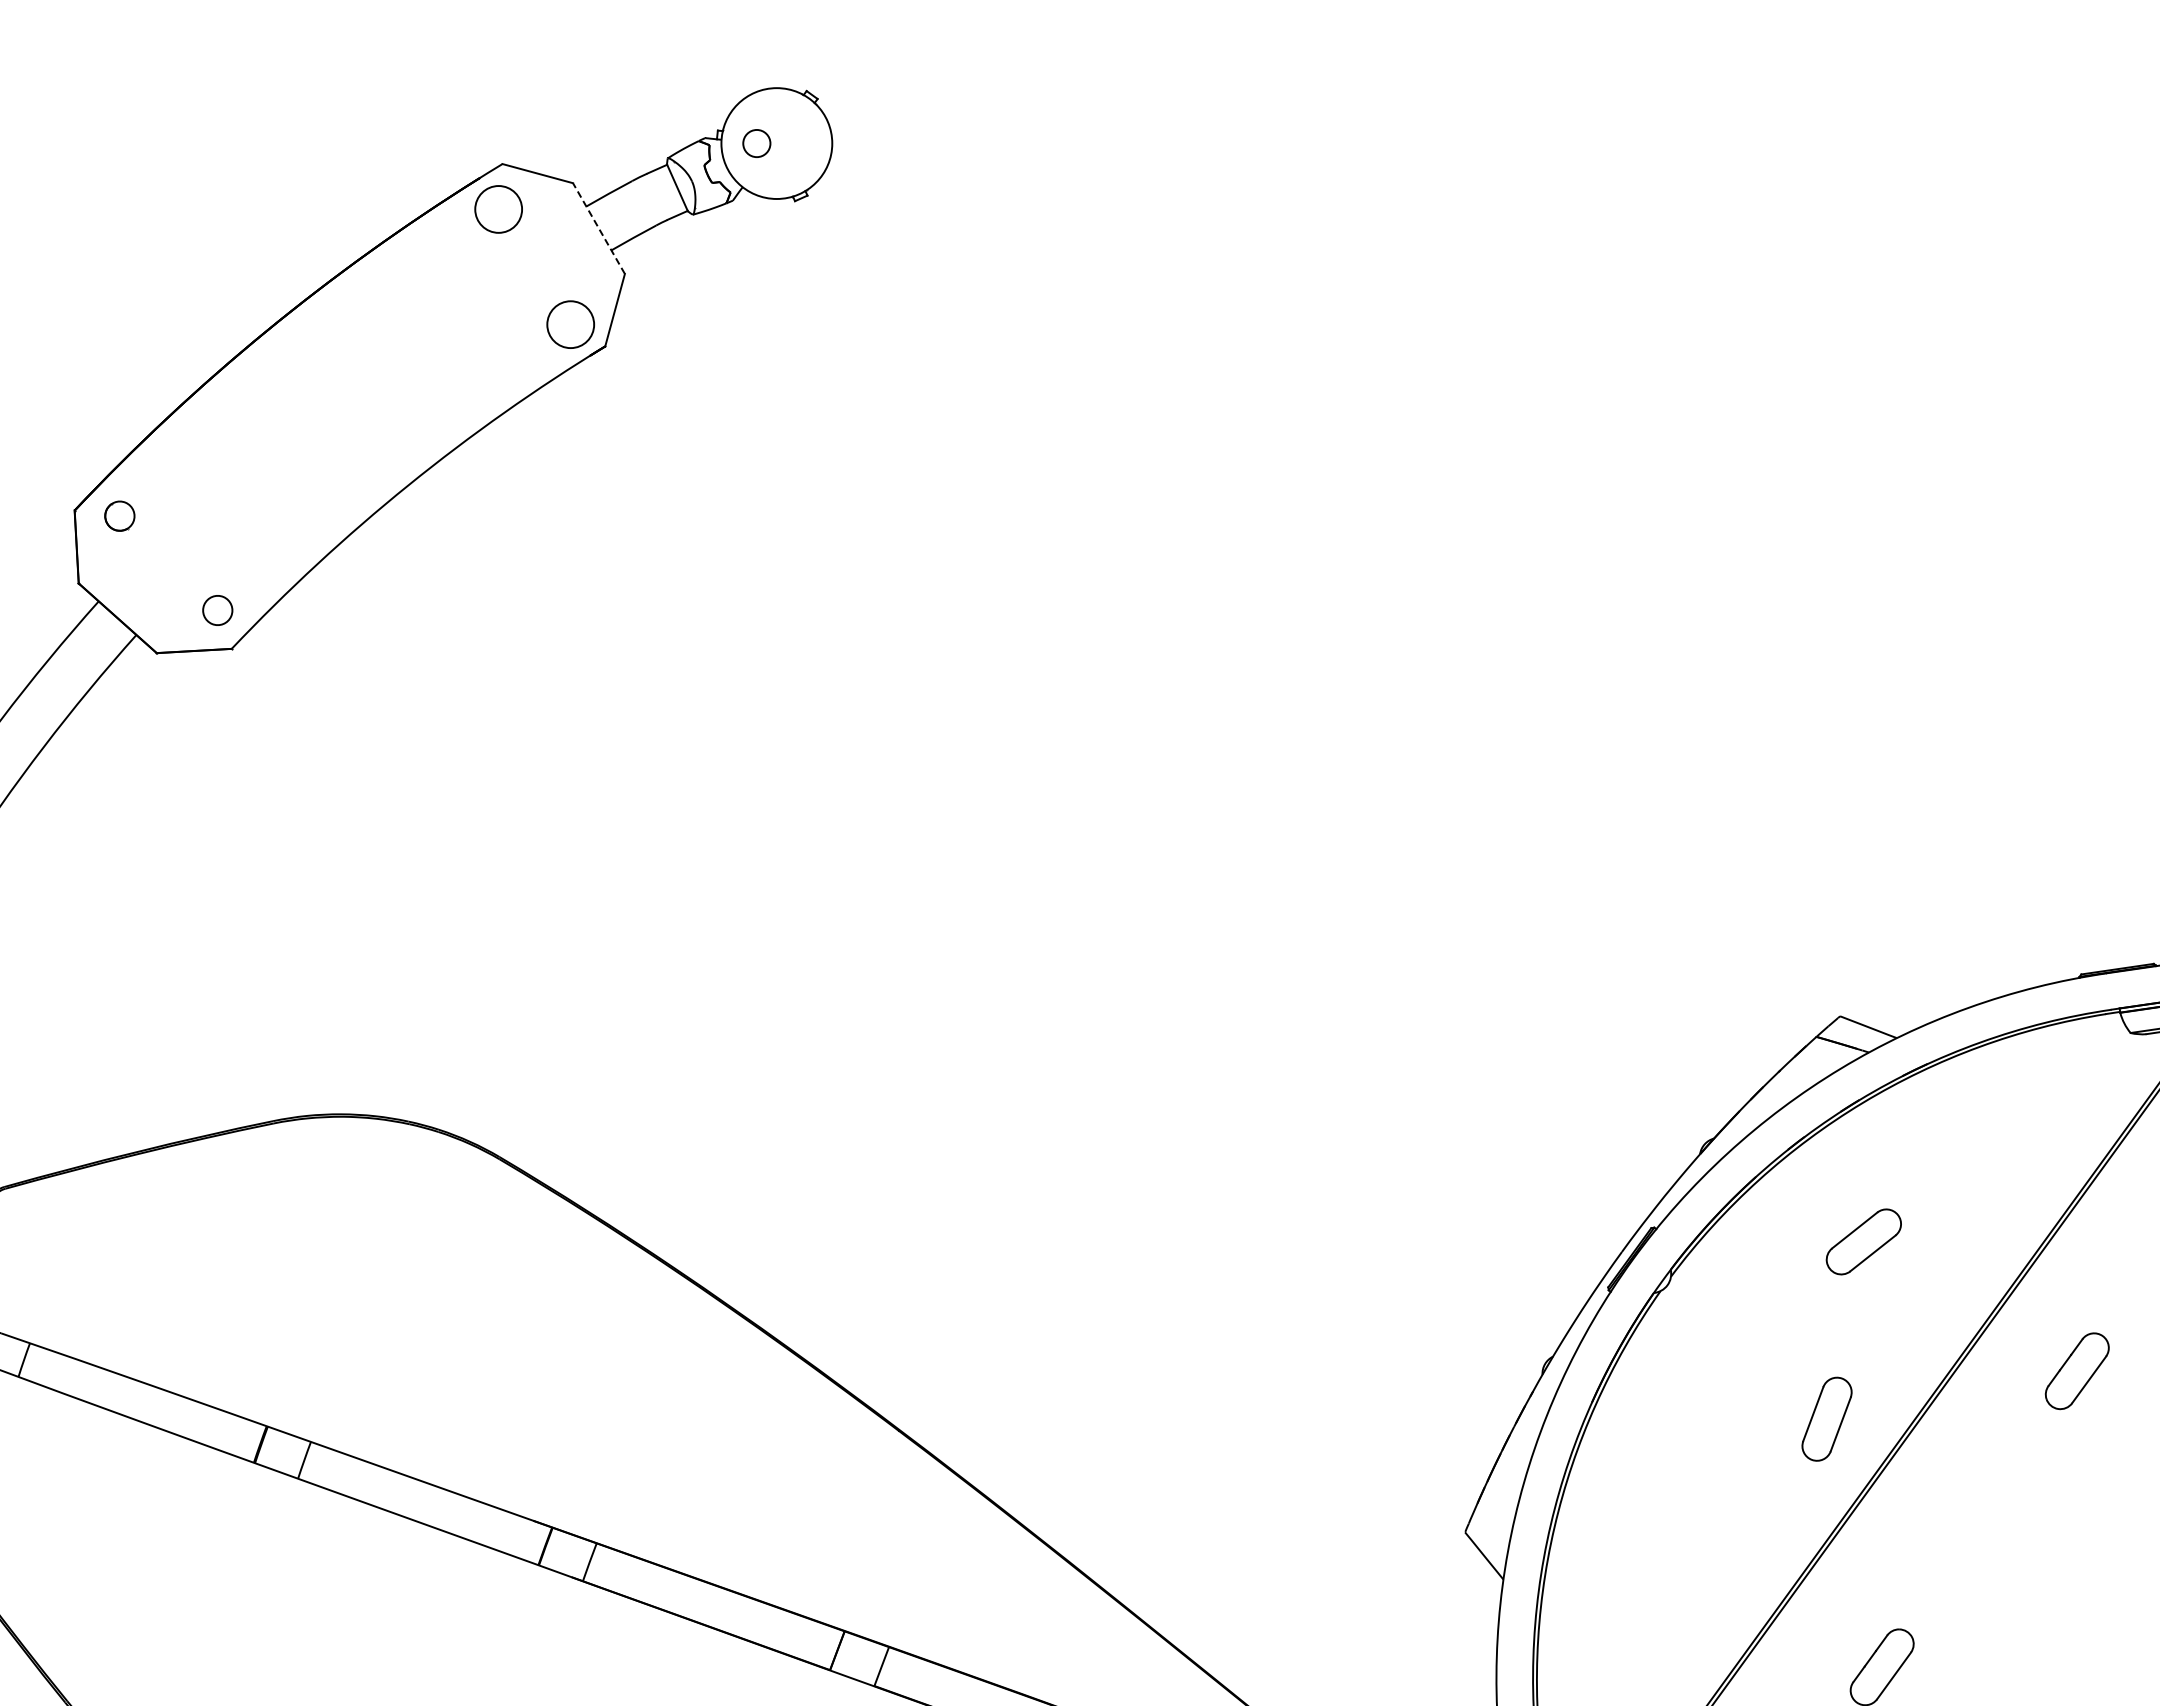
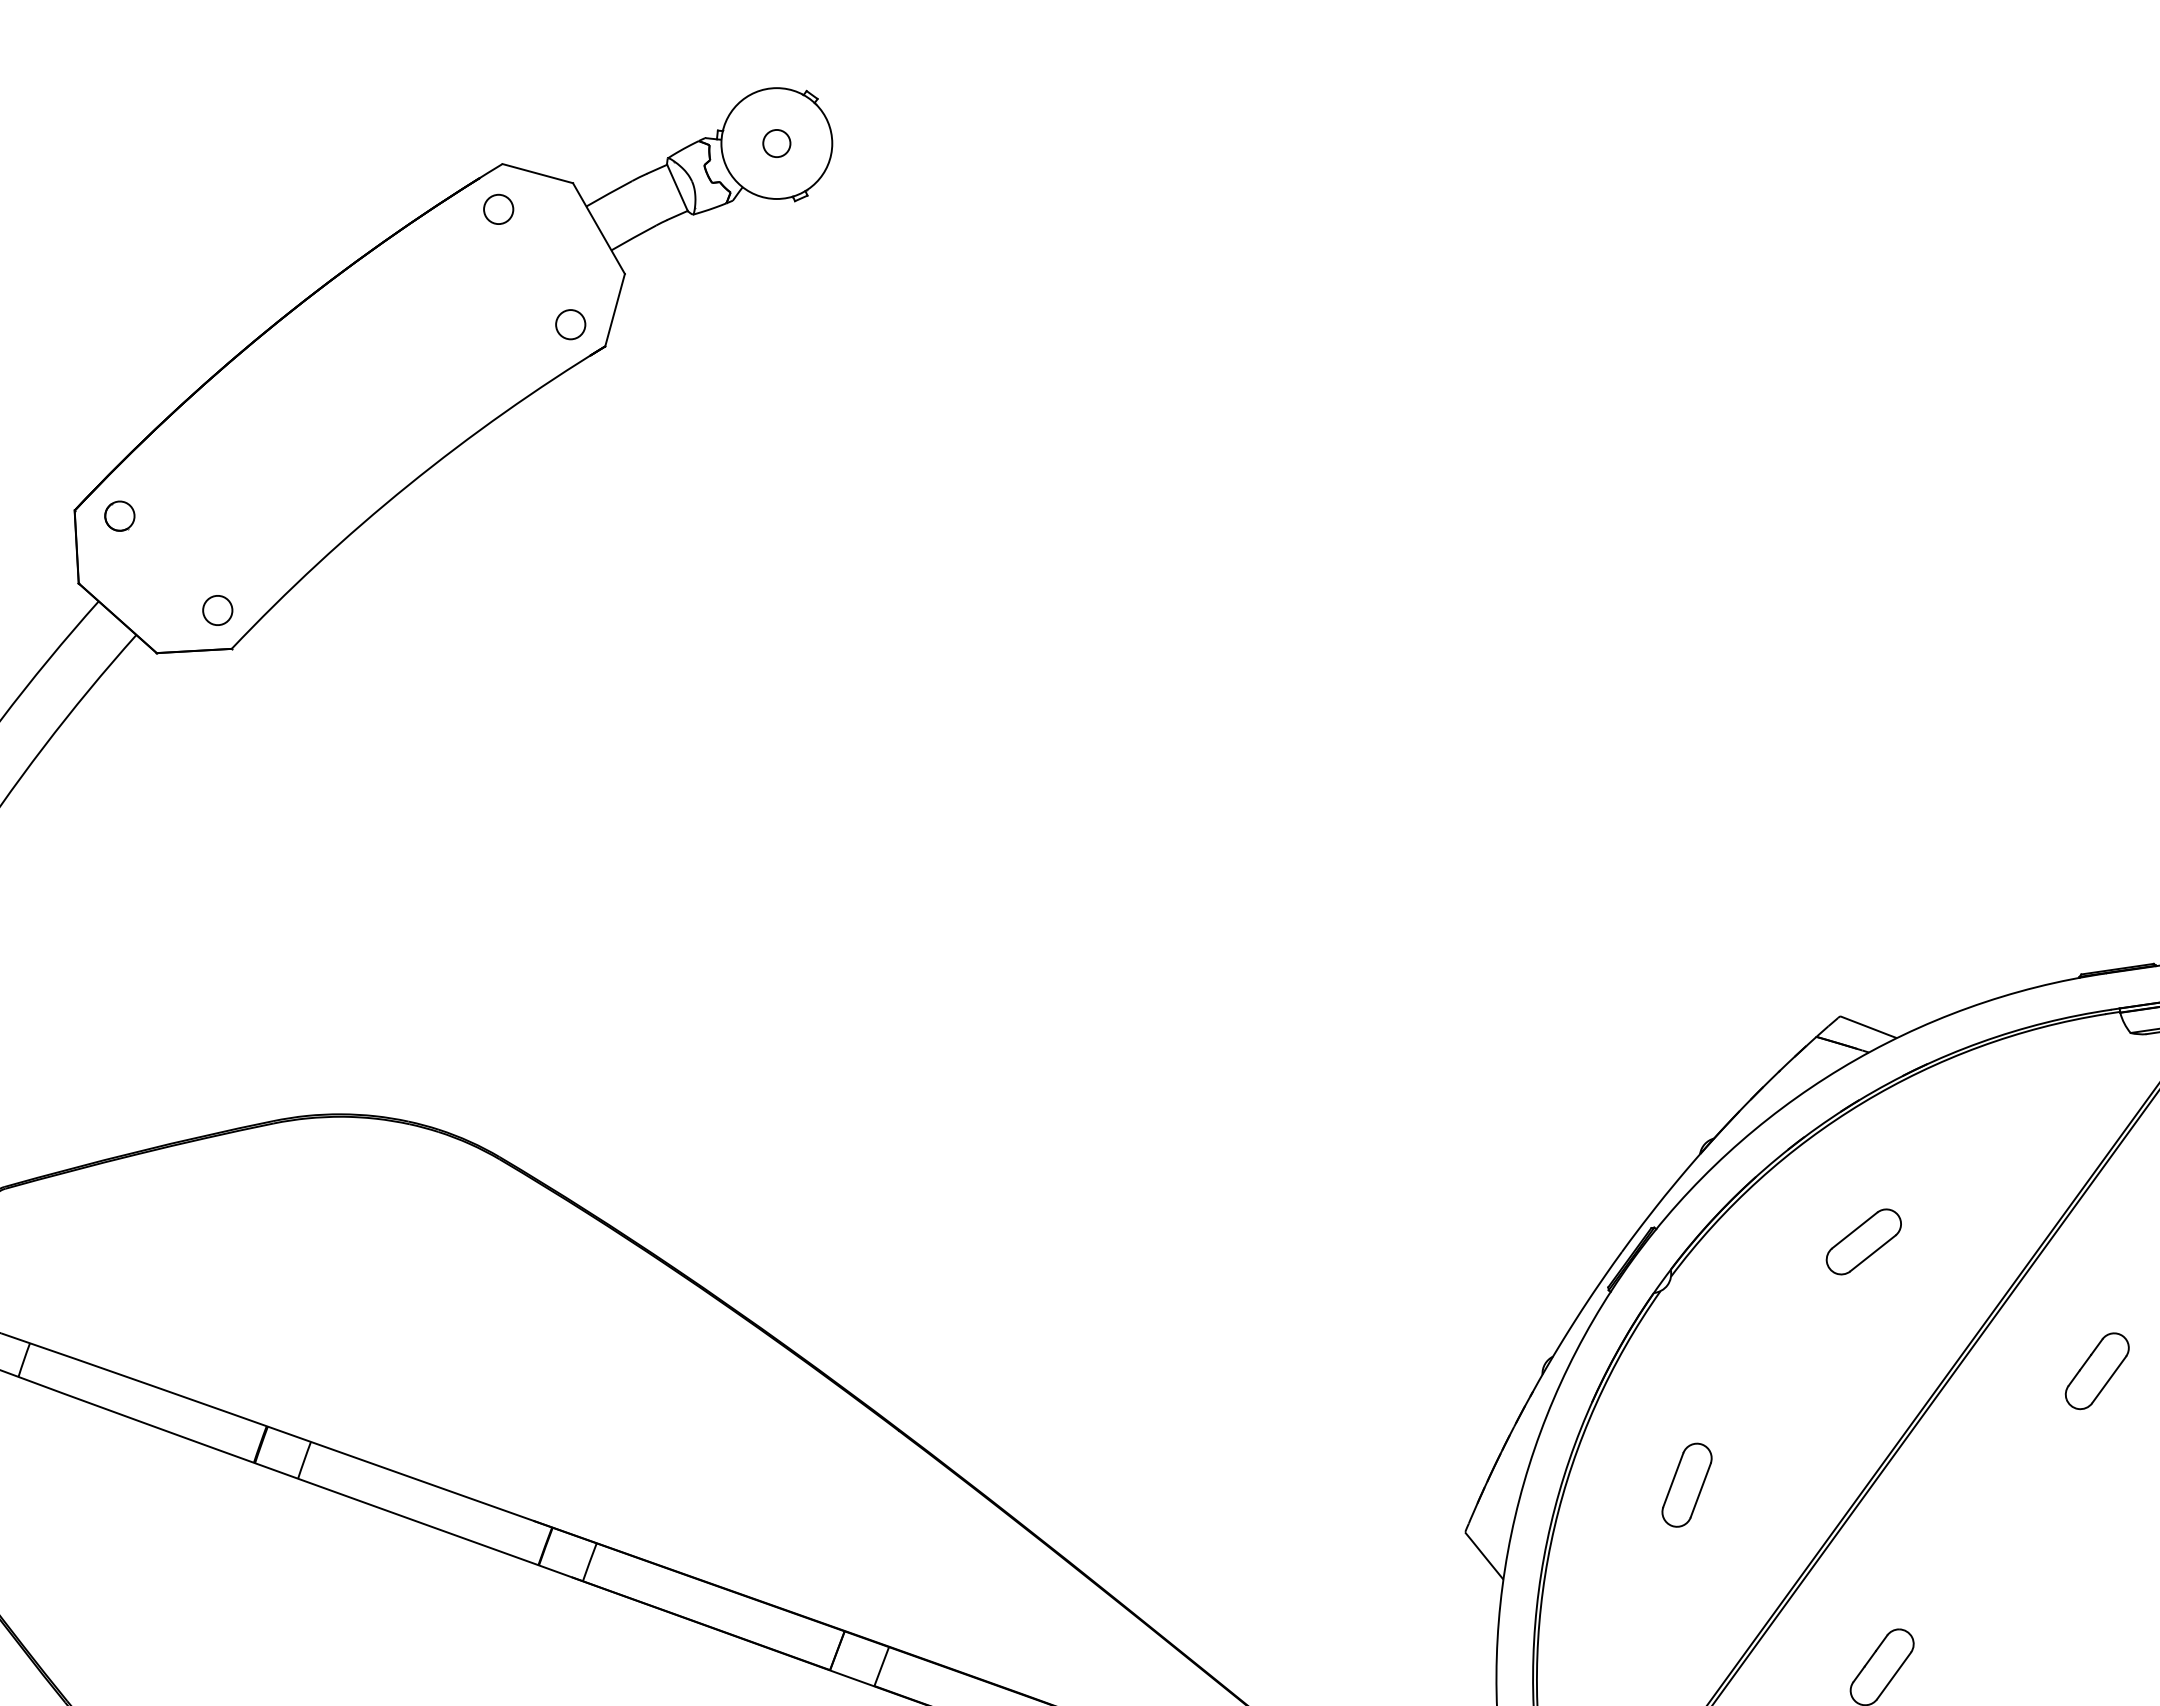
circle at (756, 143) position: (756, 143) -> (776, 143)
circle at (498, 209) diameter: 47 px -> 29 px
line at (598, 228): dashed -> solid
circle at (570, 324) diameter: 47 px -> 29 px
part at (2076, 1371) position: (2076, 1371) -> (2096, 1371)
part at (1826, 1418) position: (1826, 1418) -> (1686, 1484)
